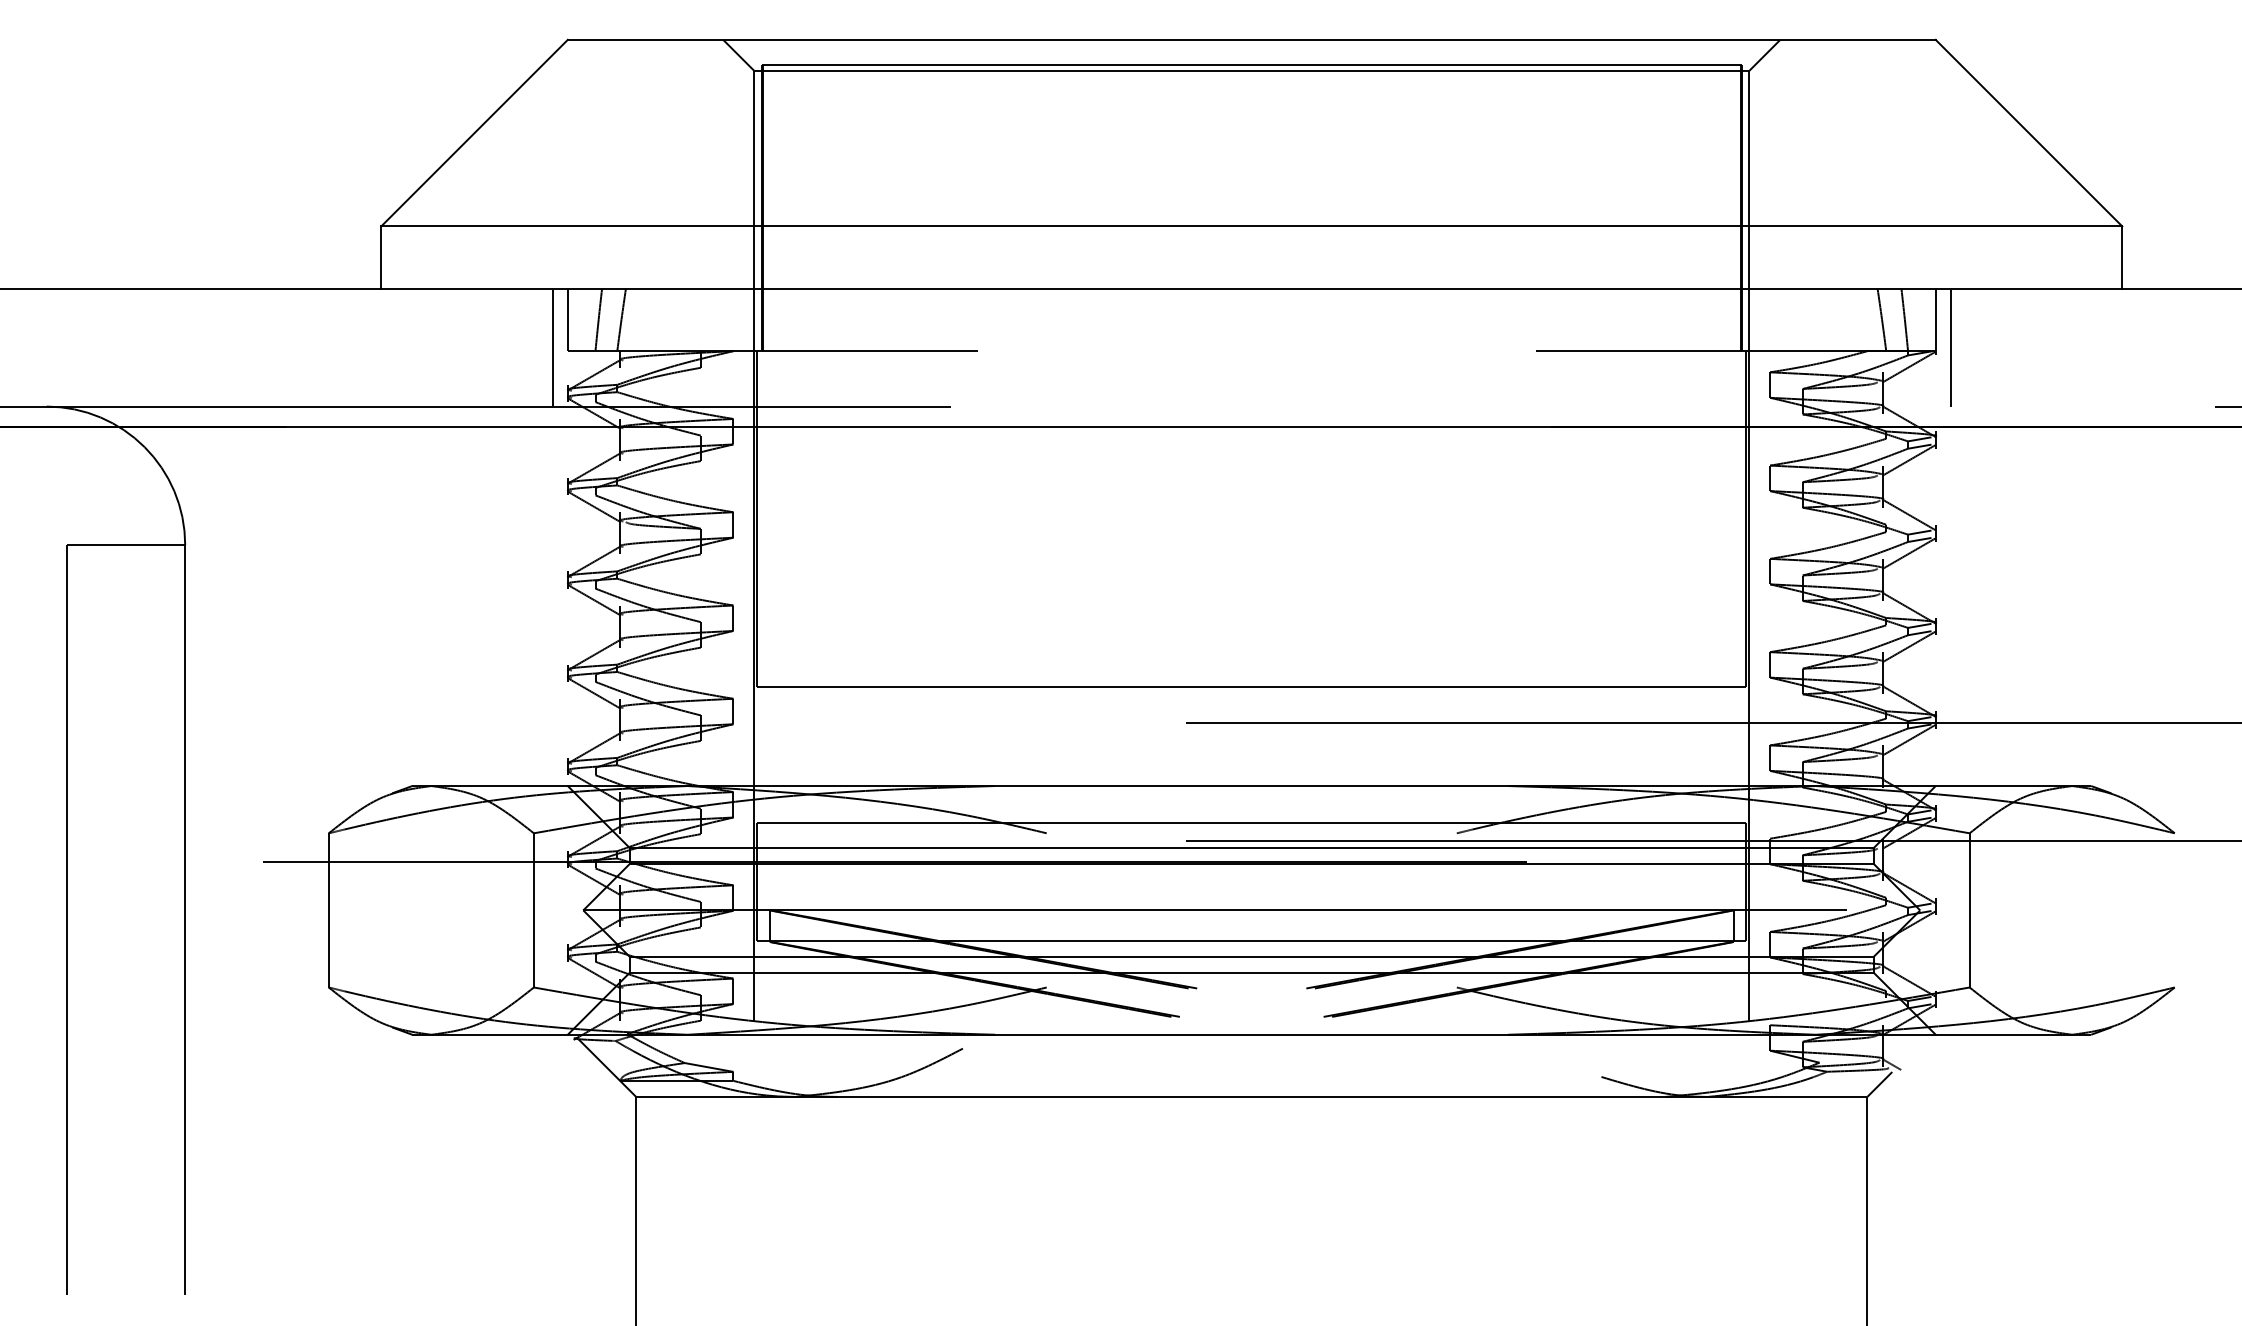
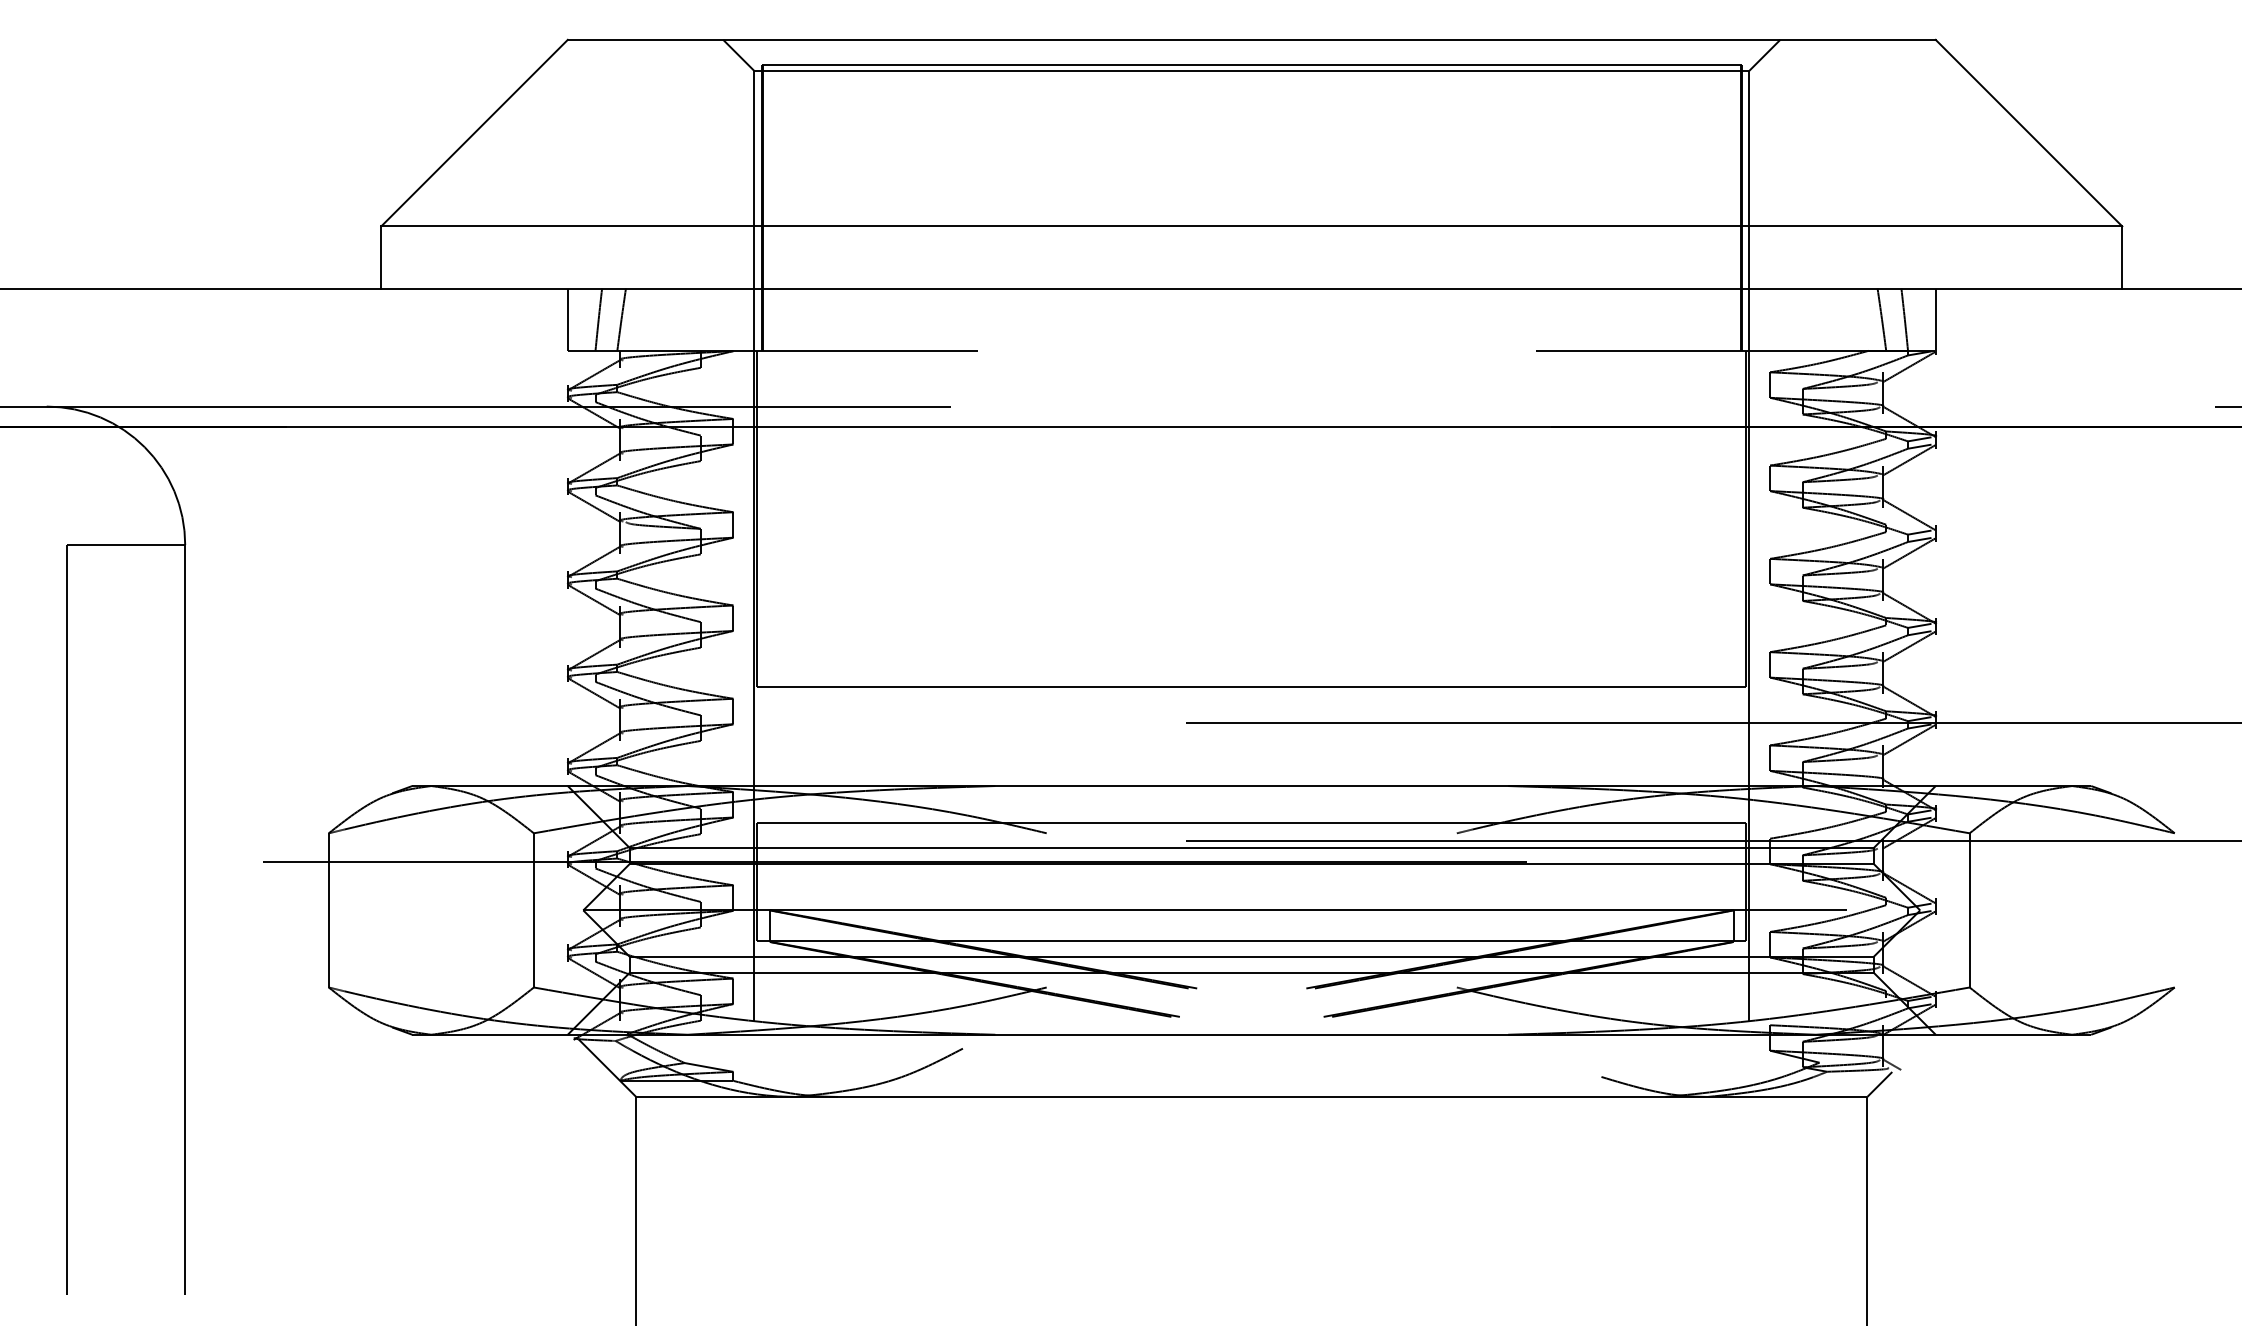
line at (552, 347): present -> none
line at (1950, 347): present -> none
